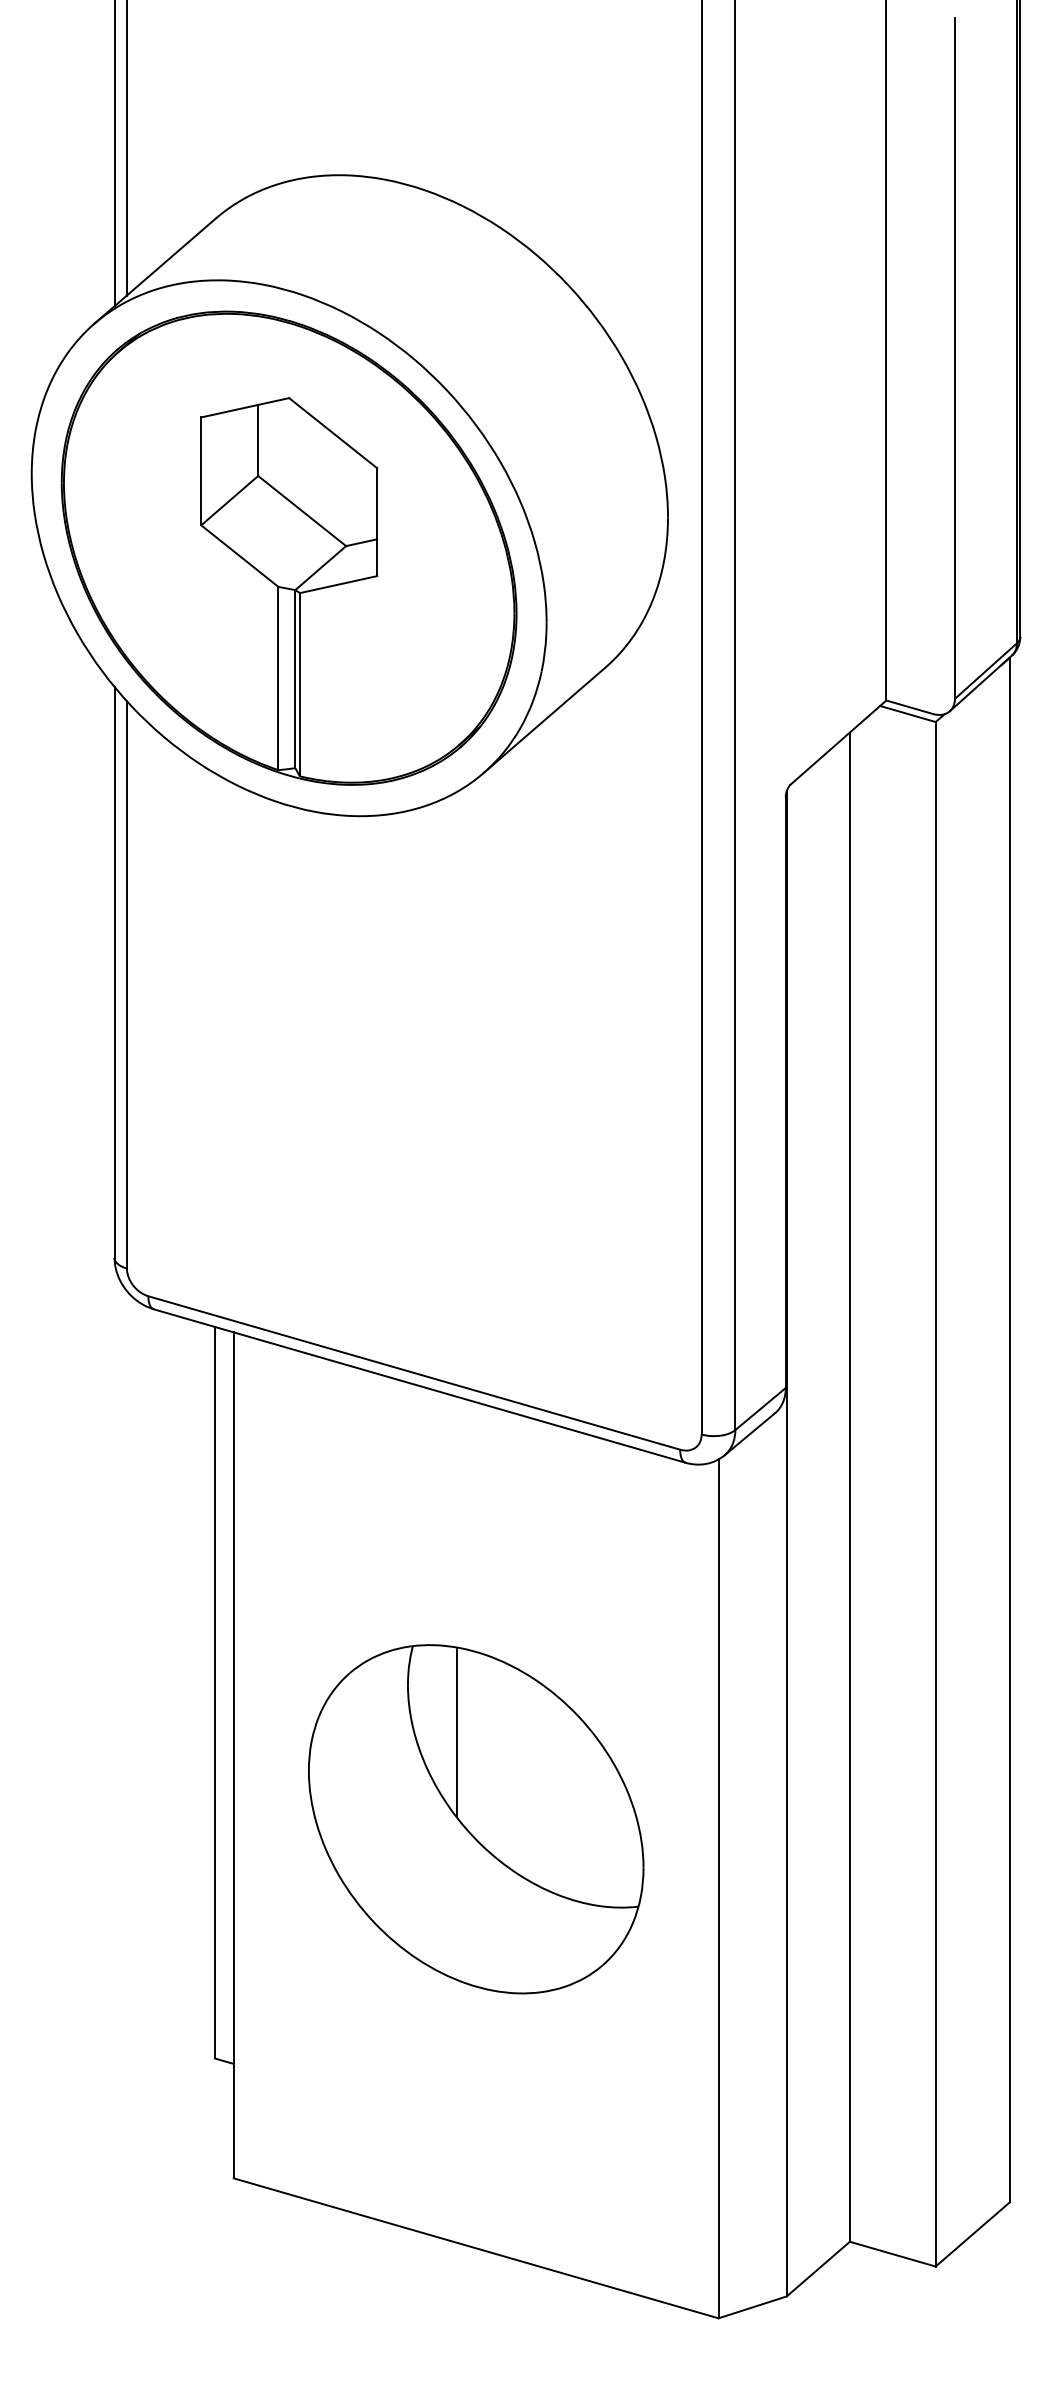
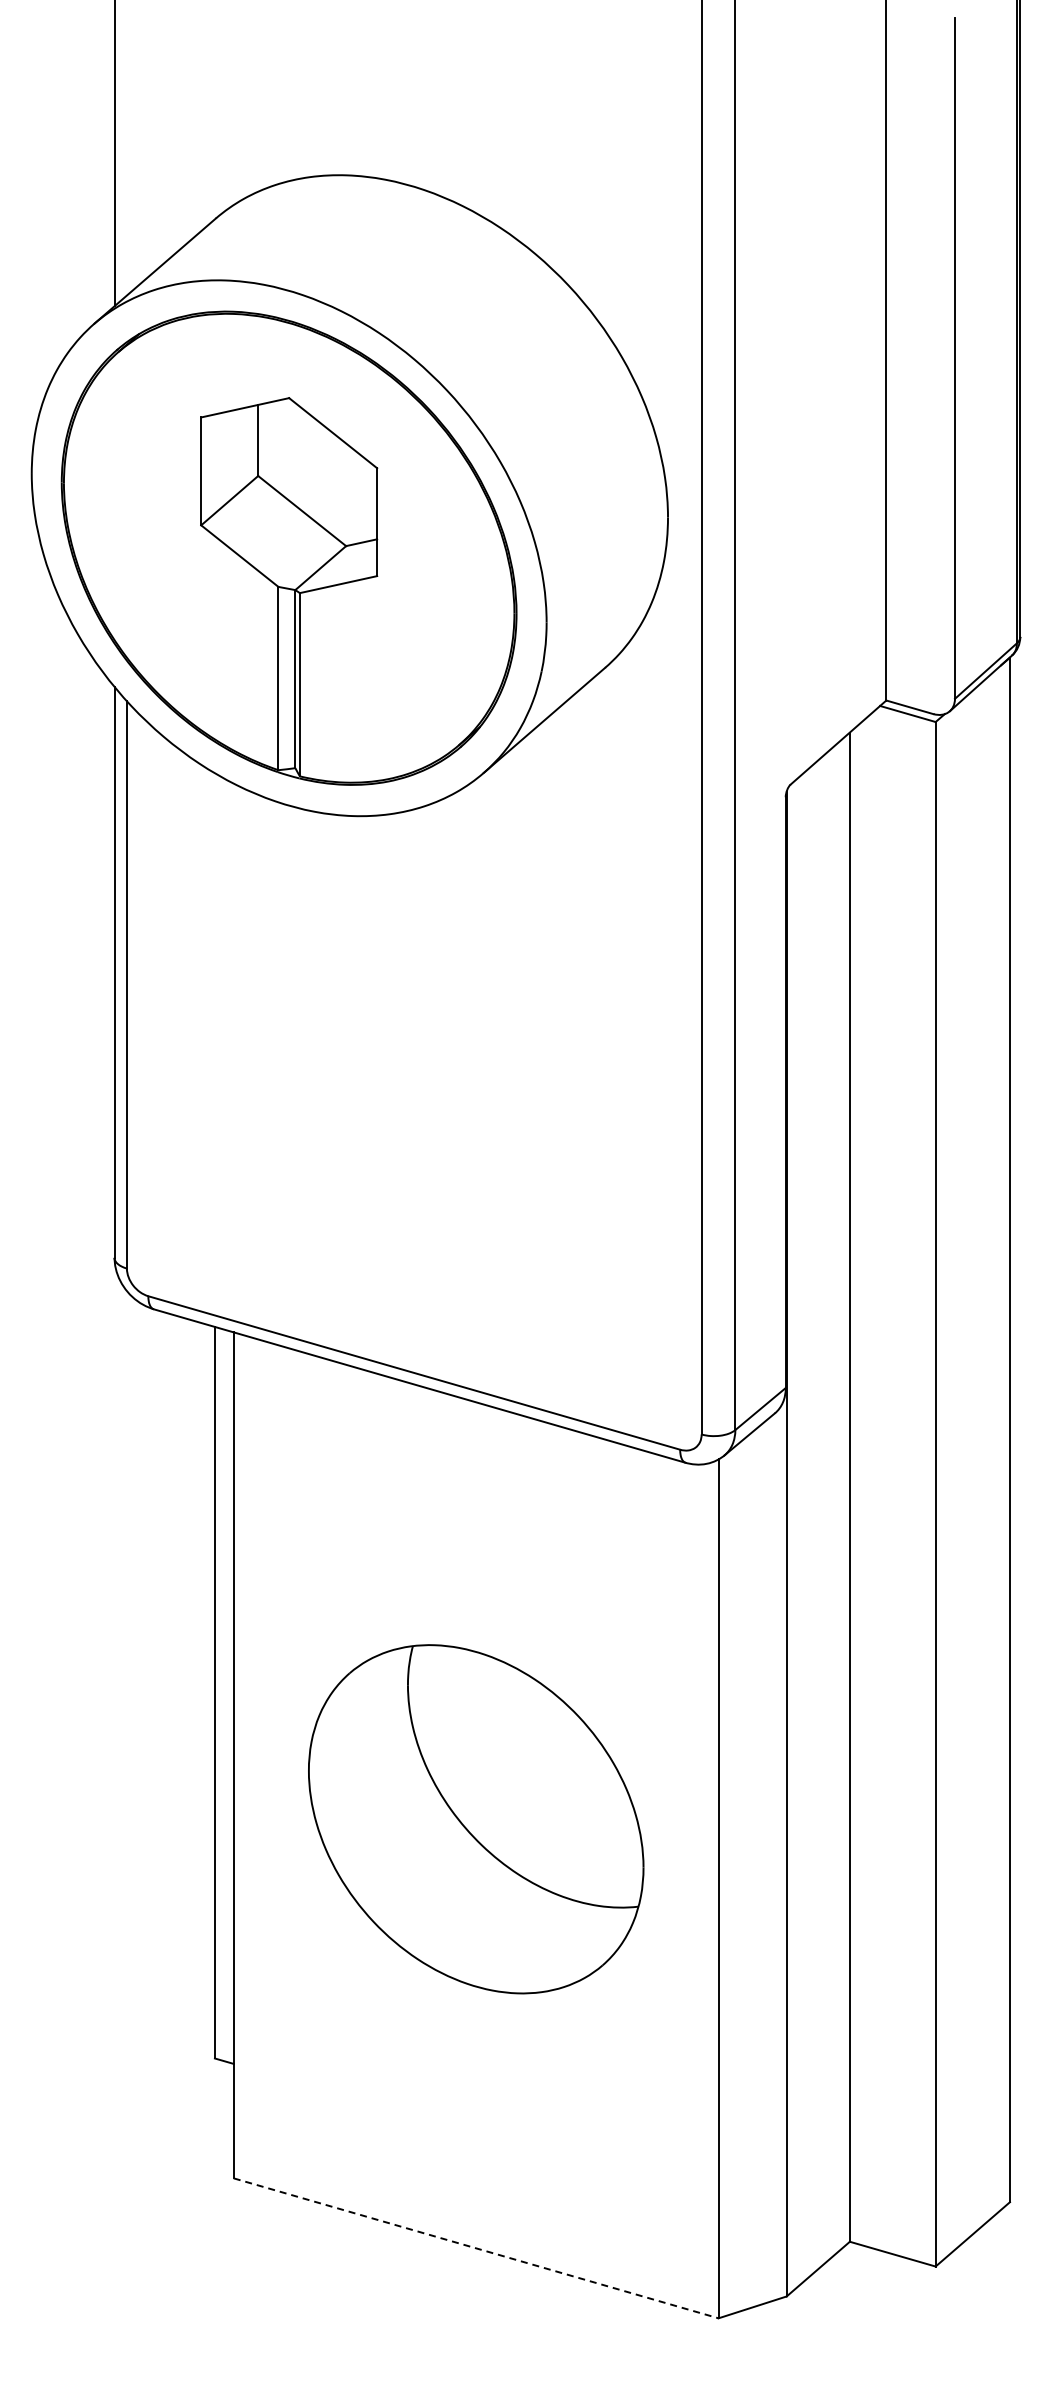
line at (126, 148): present -> none
line at (456, 1731): present -> none
line at (476, 2248): solid -> dashed
